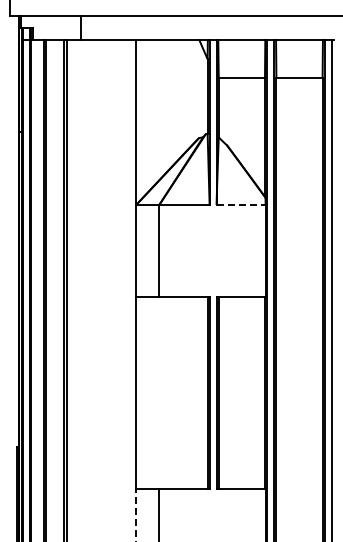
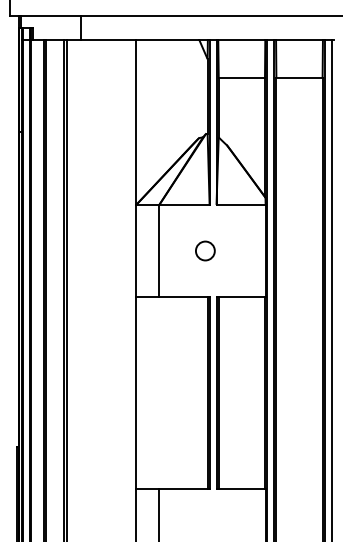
line at (241, 204): dashed -> solid
circle at (205, 250): none -> present
line at (136, 514): dashed -> solid
